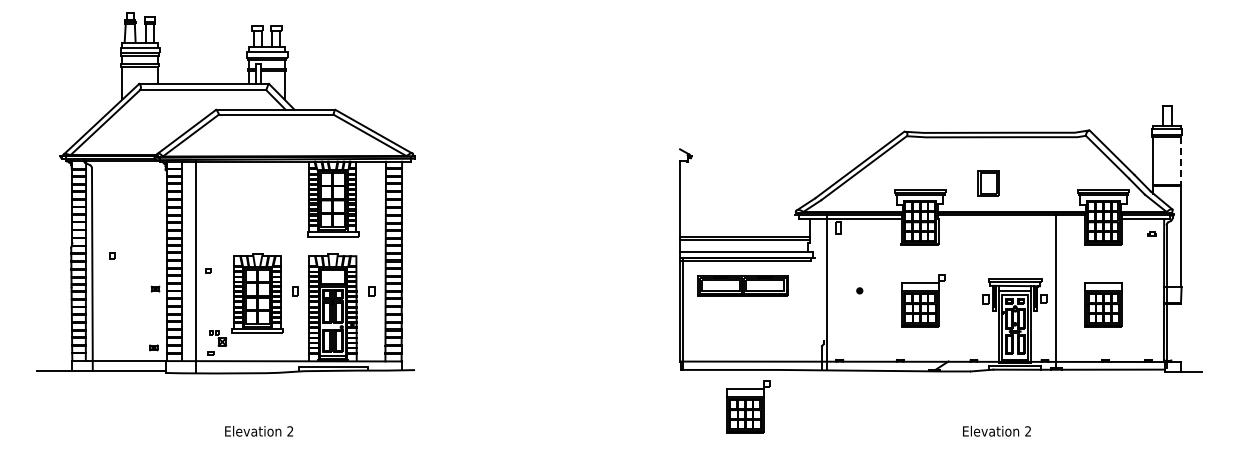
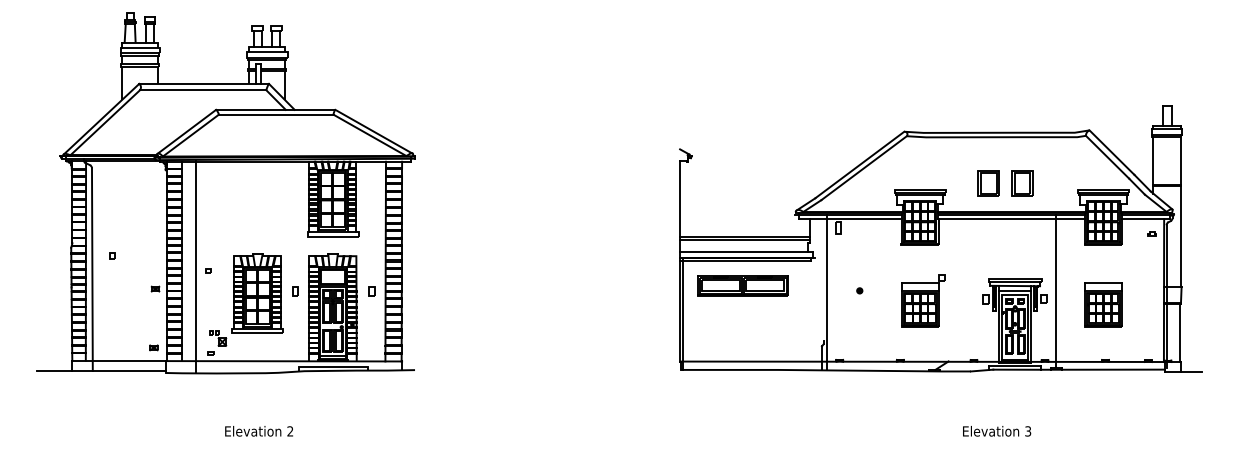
line at (1180, 161): dashed -> solid
part at (1022, 183): none -> present
line at (1011, 219): none -> present
line at (1180, 332): none -> present
part at (748, 406): present -> none
text at (1028, 431): 2 -> 3
